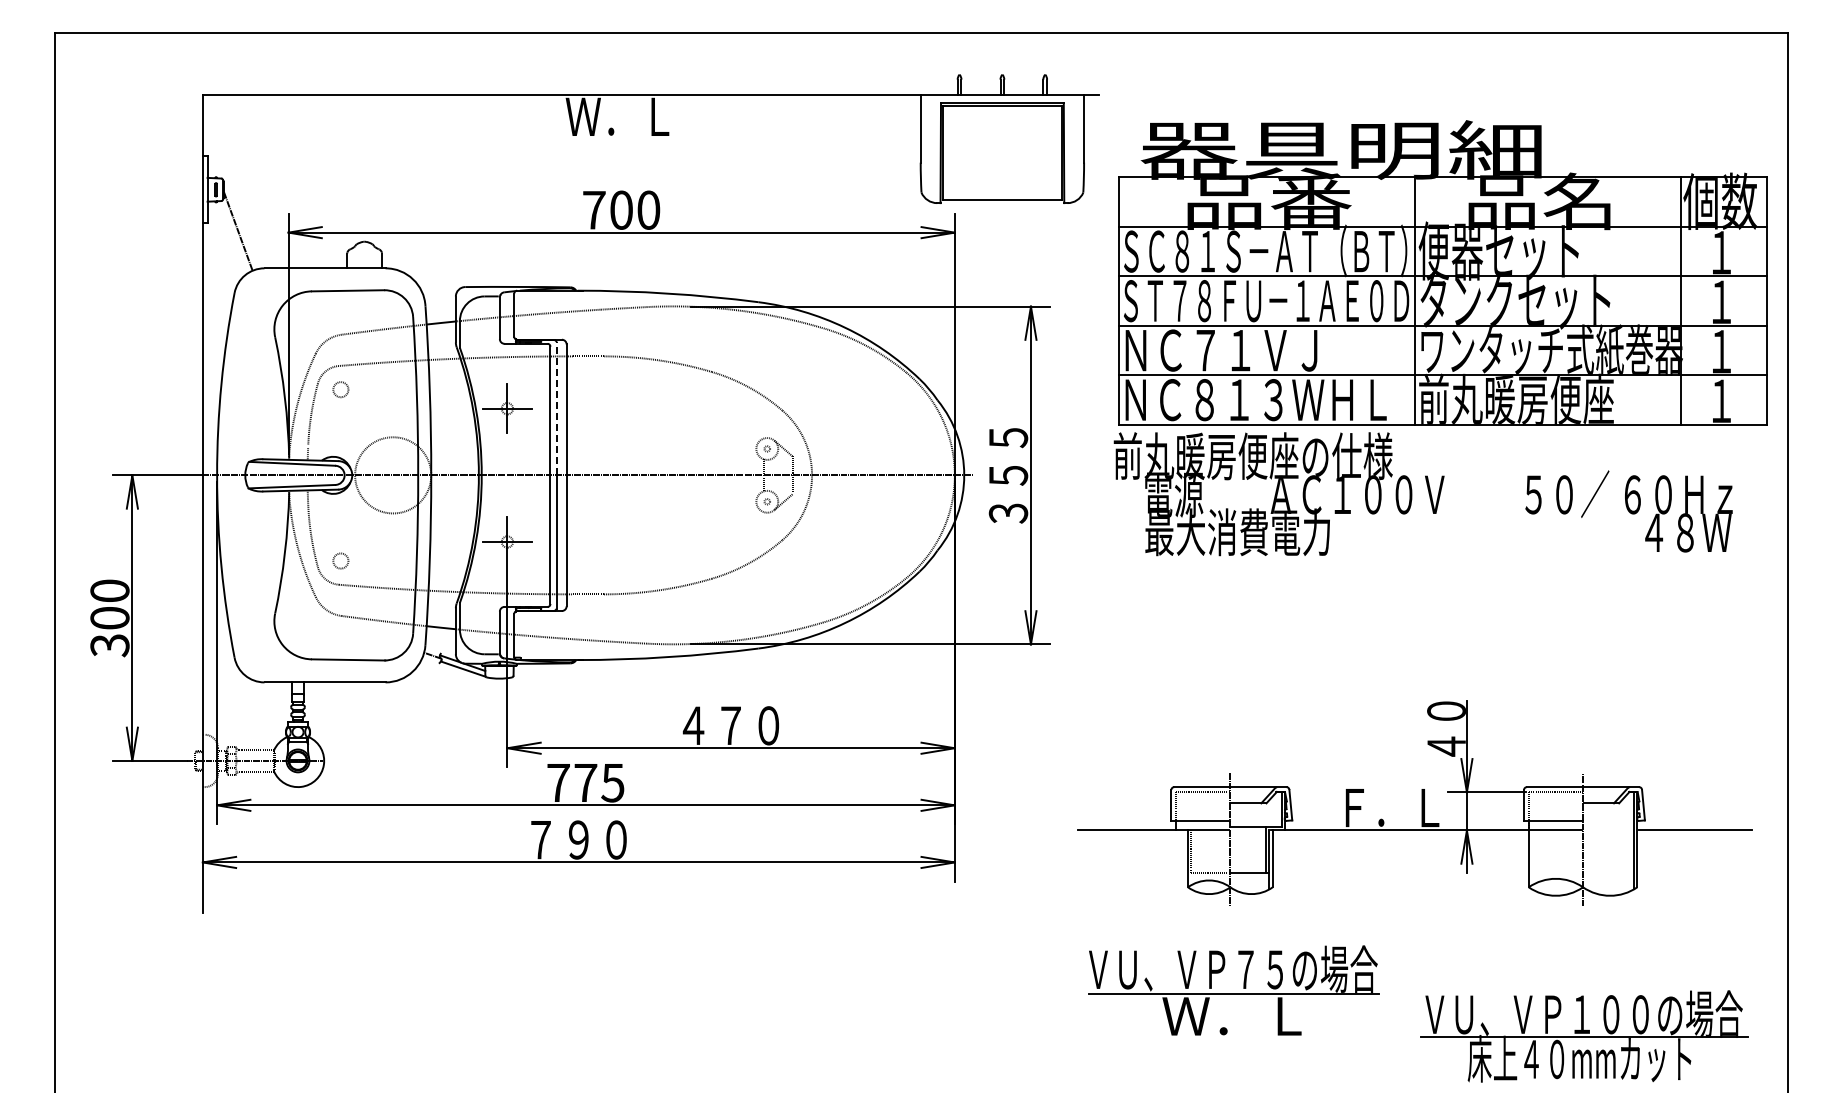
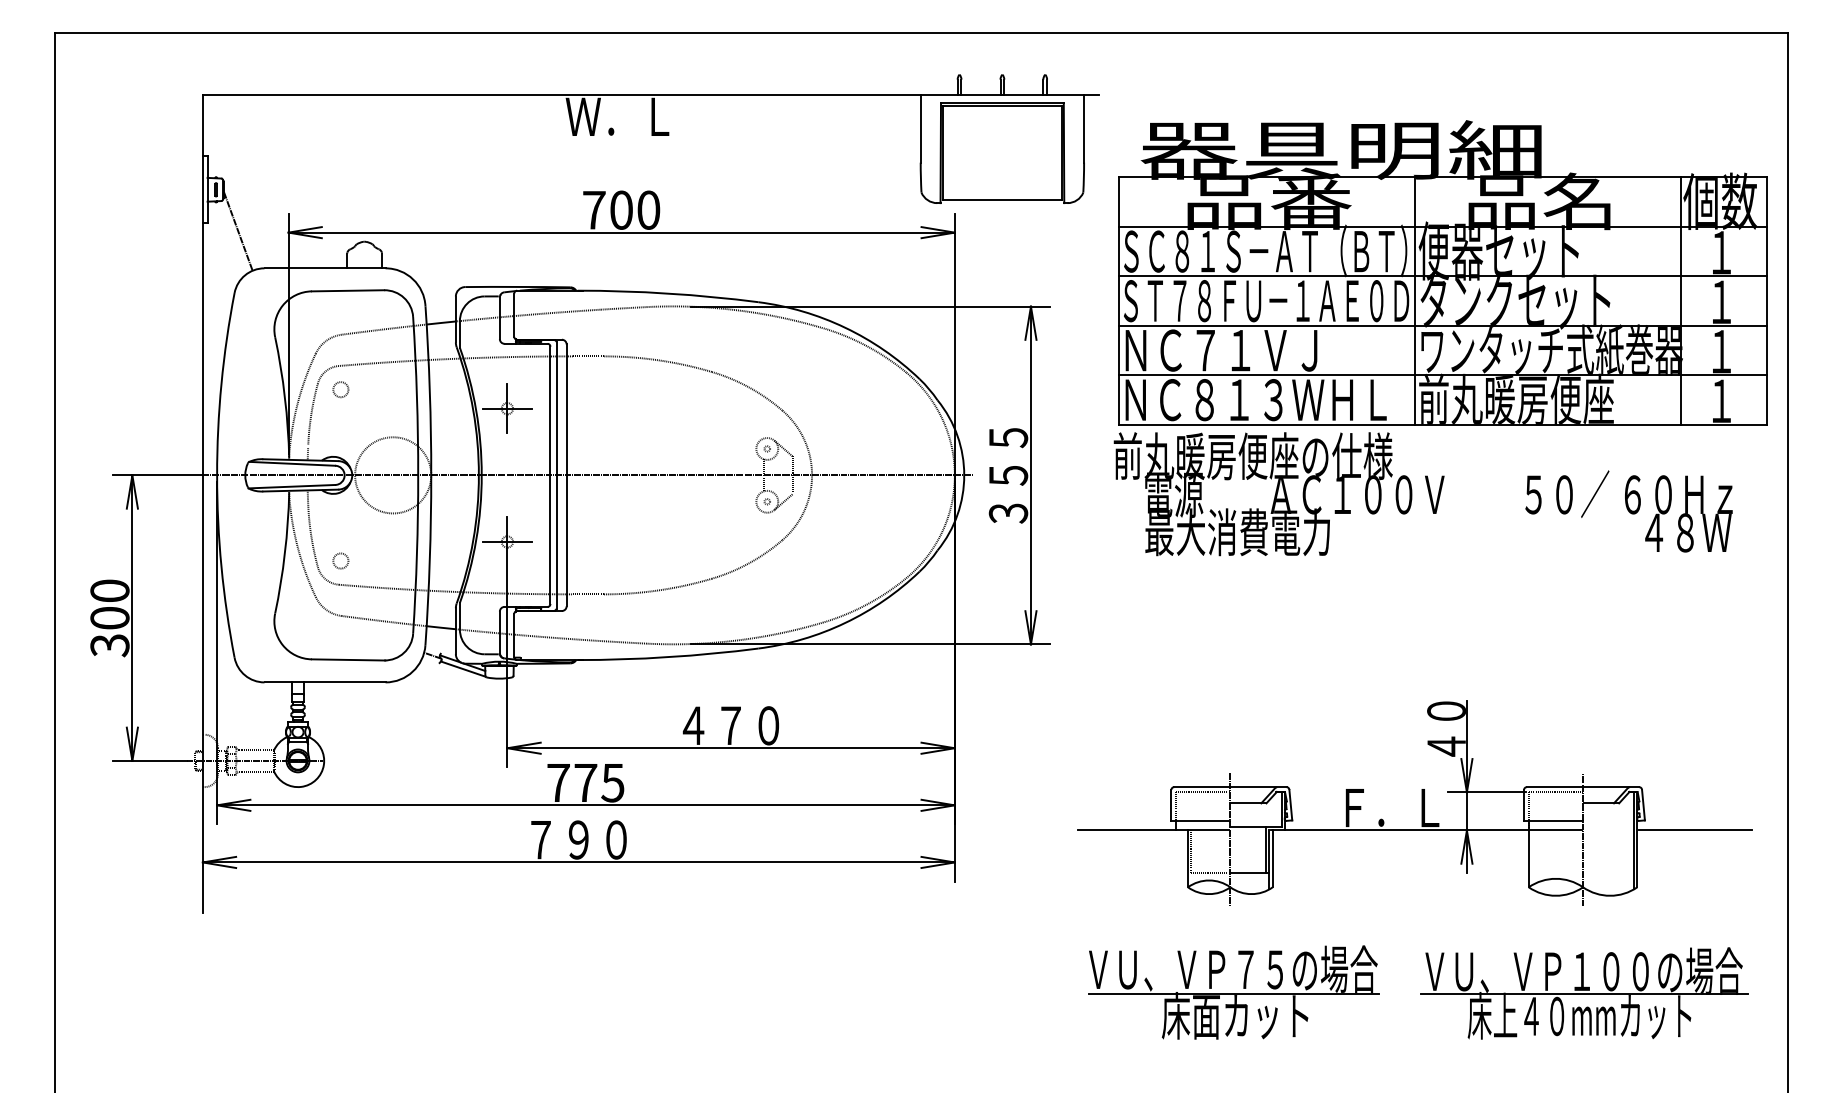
line at (556, 408): dashed -> solid
text at (1234, 1015): Ｗ．Ｌ -> 床面カット
part at (1584, 1036) position: (1584, 1036) -> (1584, 993)
